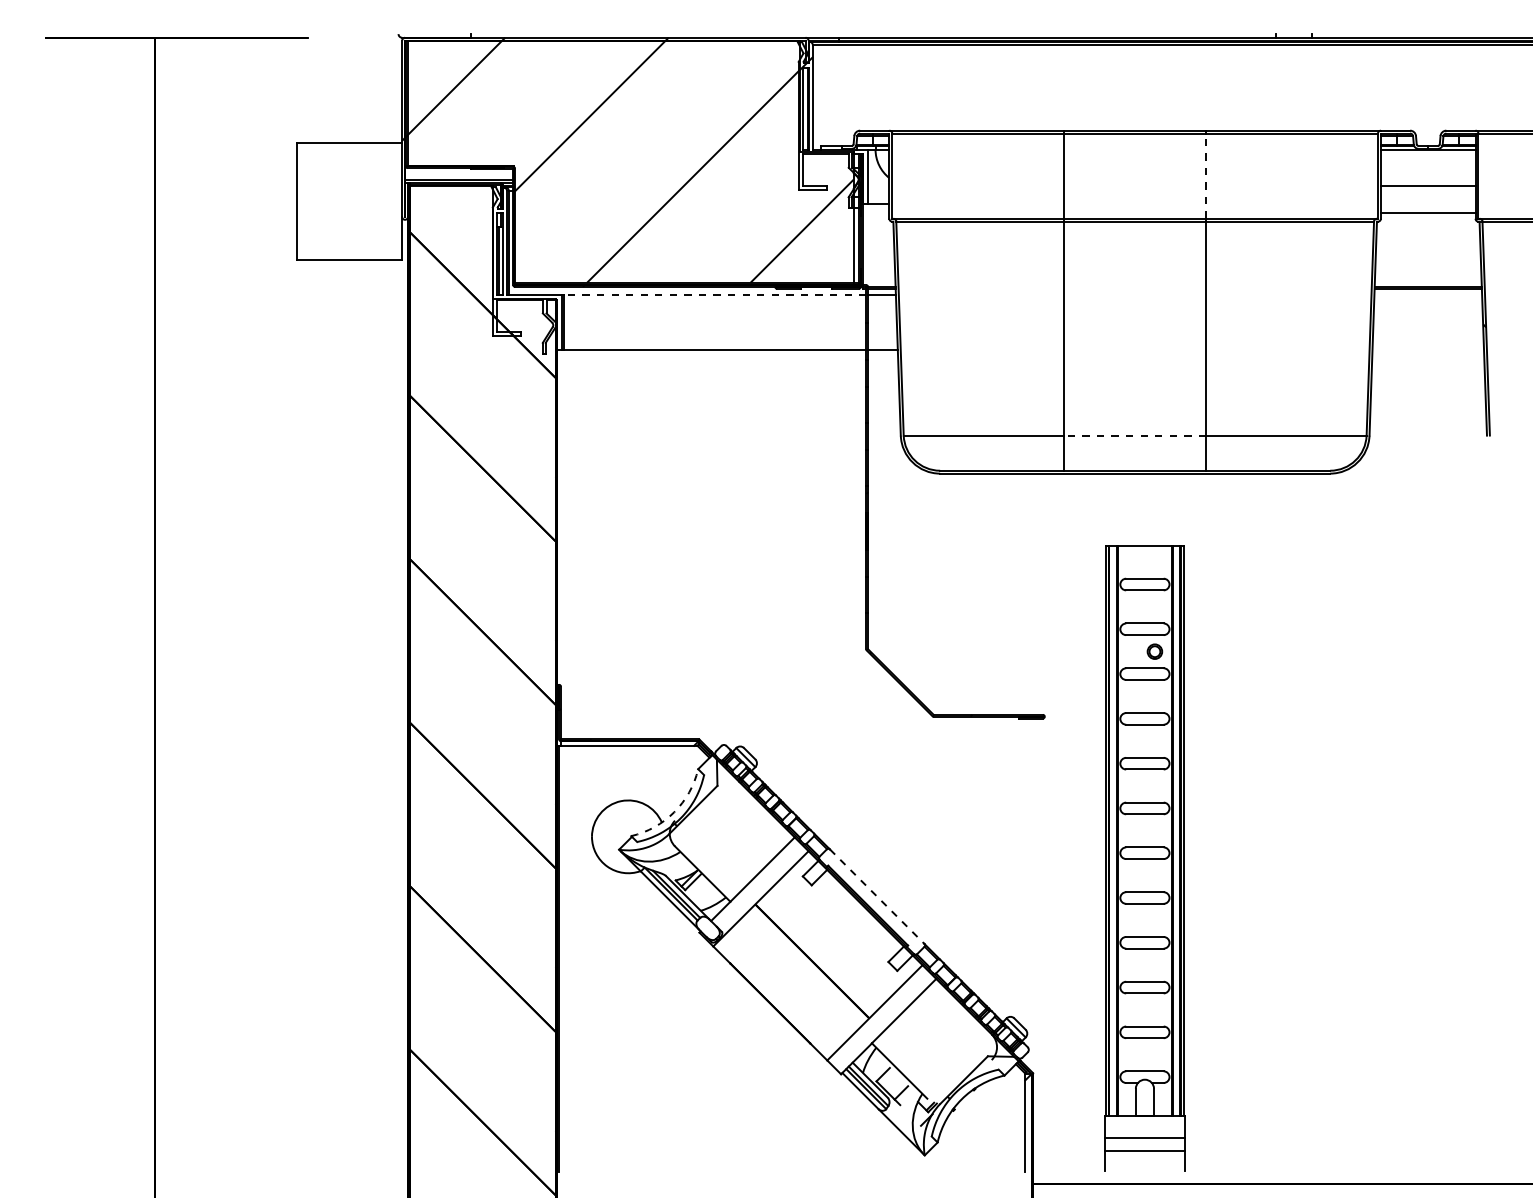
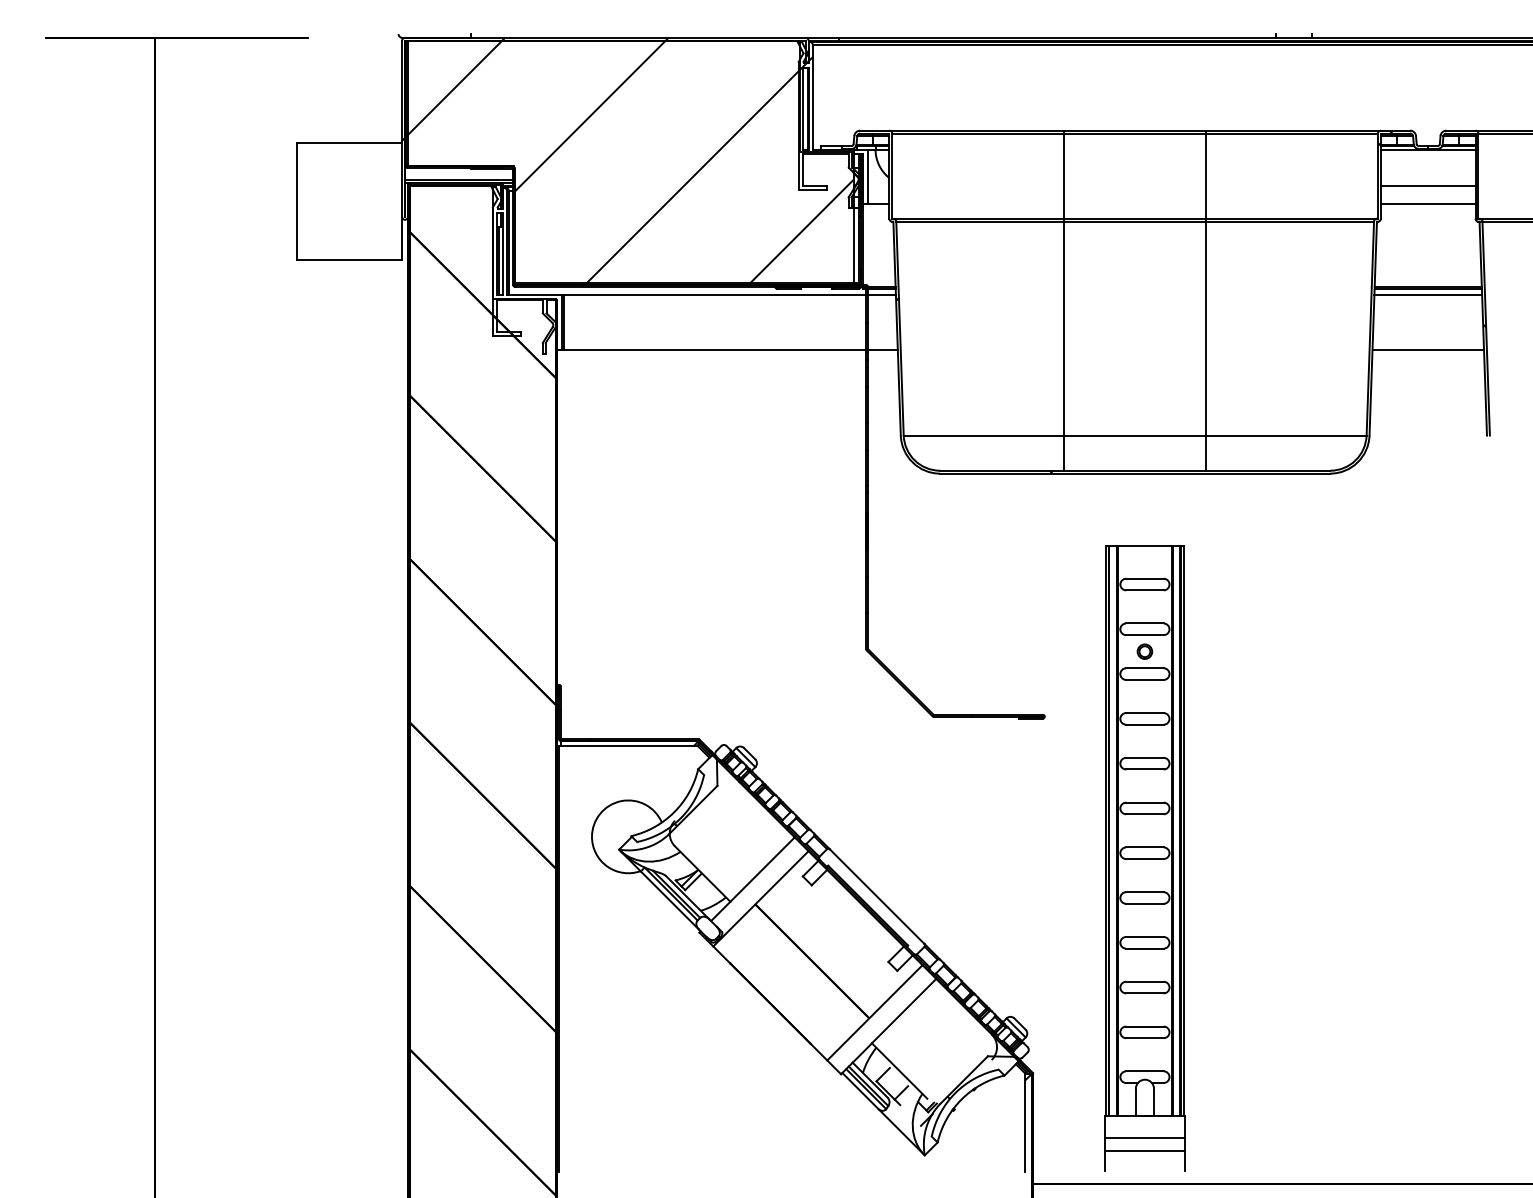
line at (1206, 176): dashed -> solid
line at (1427, 213) position: (1427, 213) -> (1427, 204)
line at (714, 295): dashed -> solid
line at (1428, 295): none -> present
hatch at (1144, 301): none -> present
line at (1428, 349): none -> present
line at (1135, 435): dashed -> solid
part at (1154, 651) position: (1154, 651) -> (1144, 651)
arc at (674, 812): dashed -> solid
line at (877, 896): dashed -> solid
